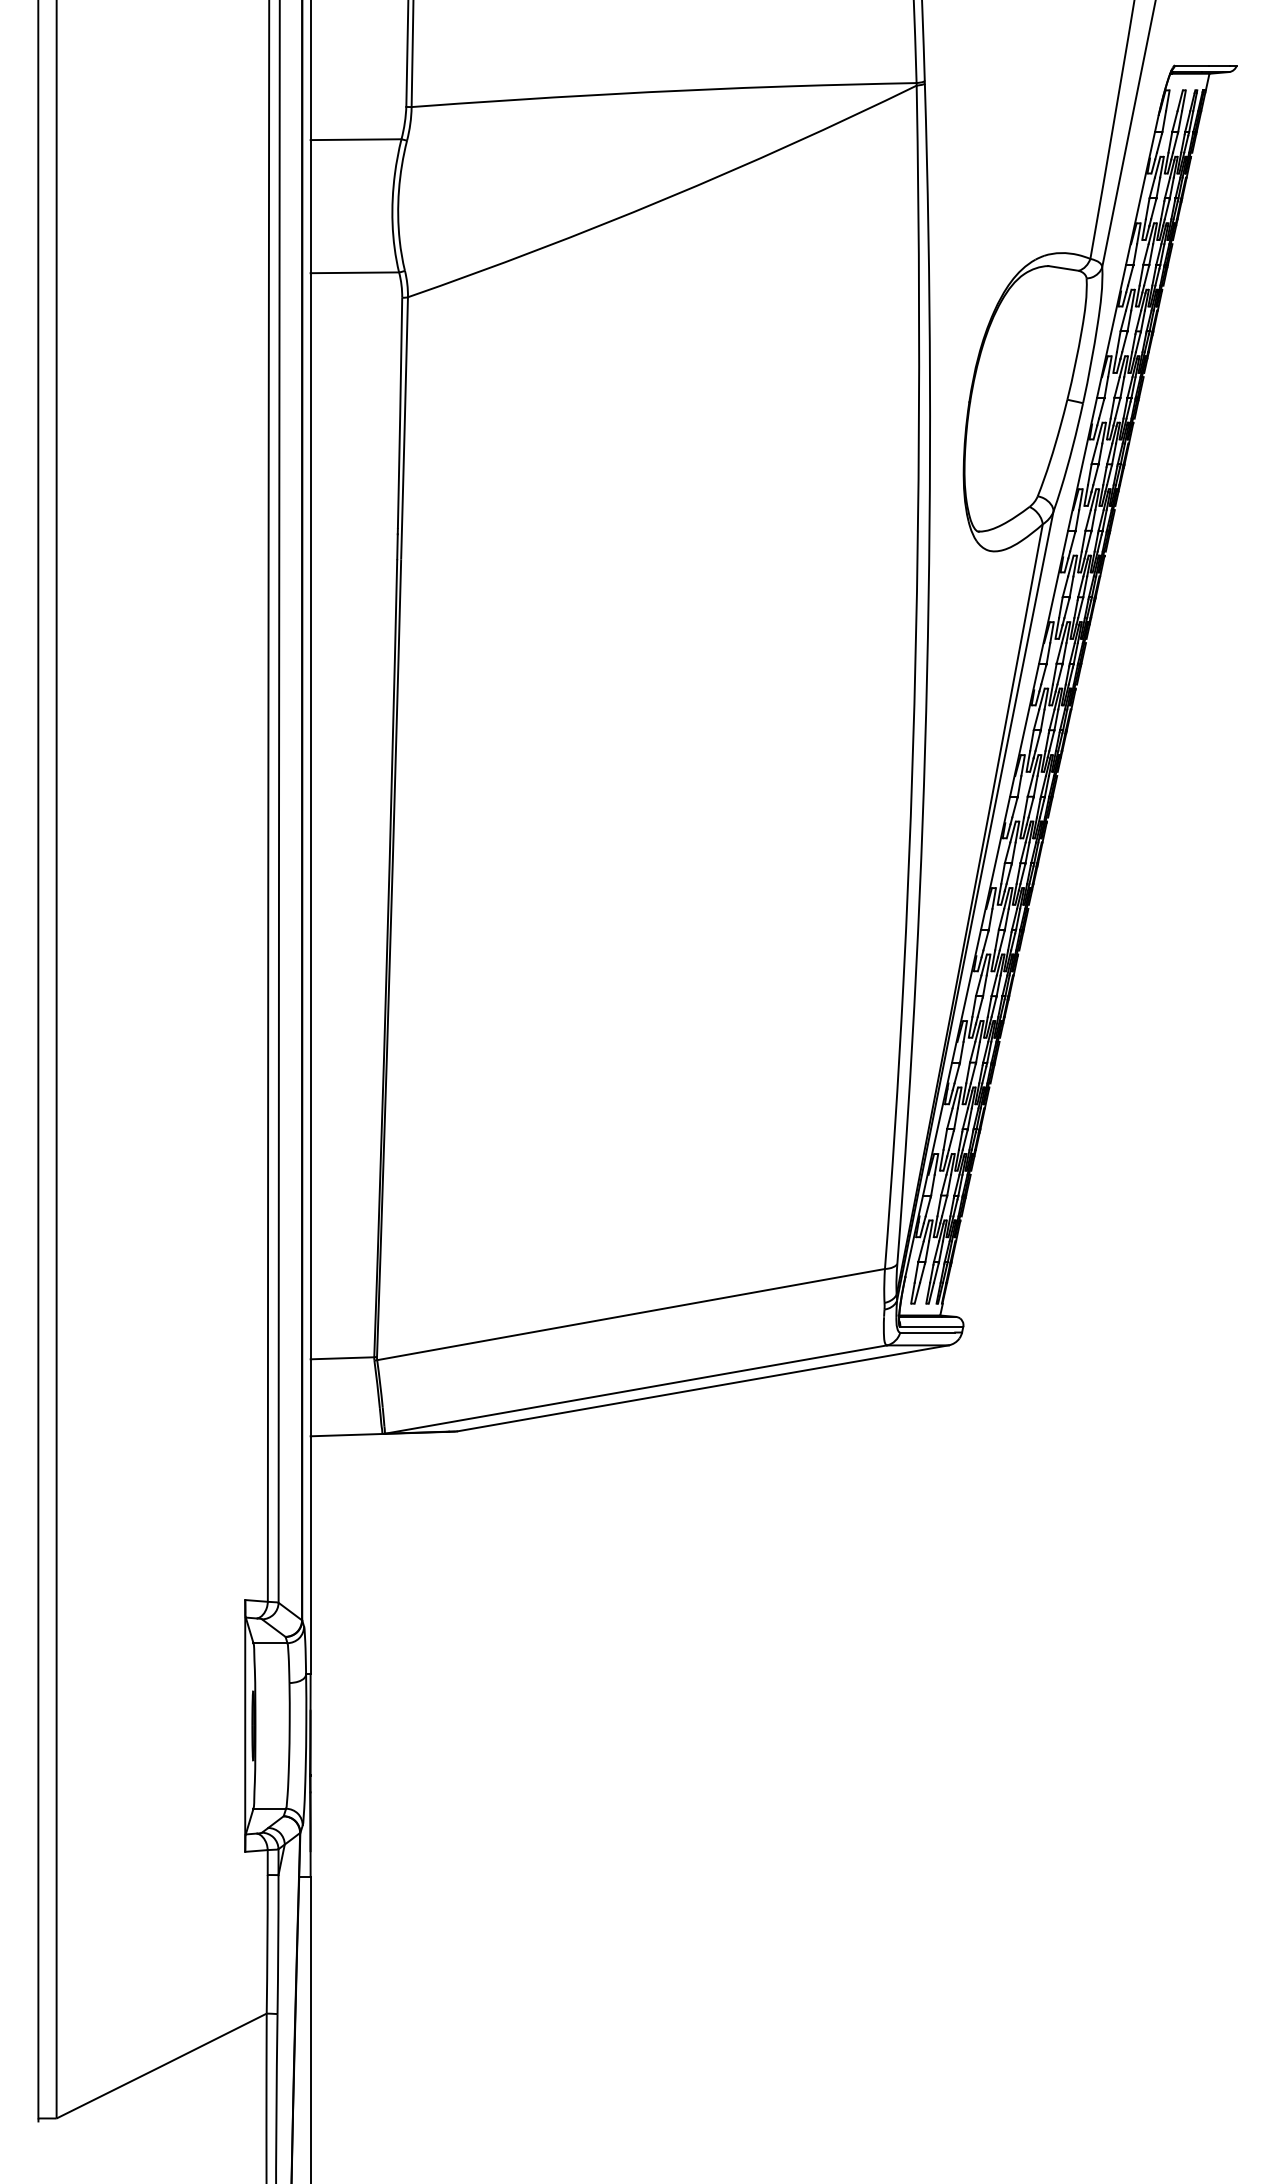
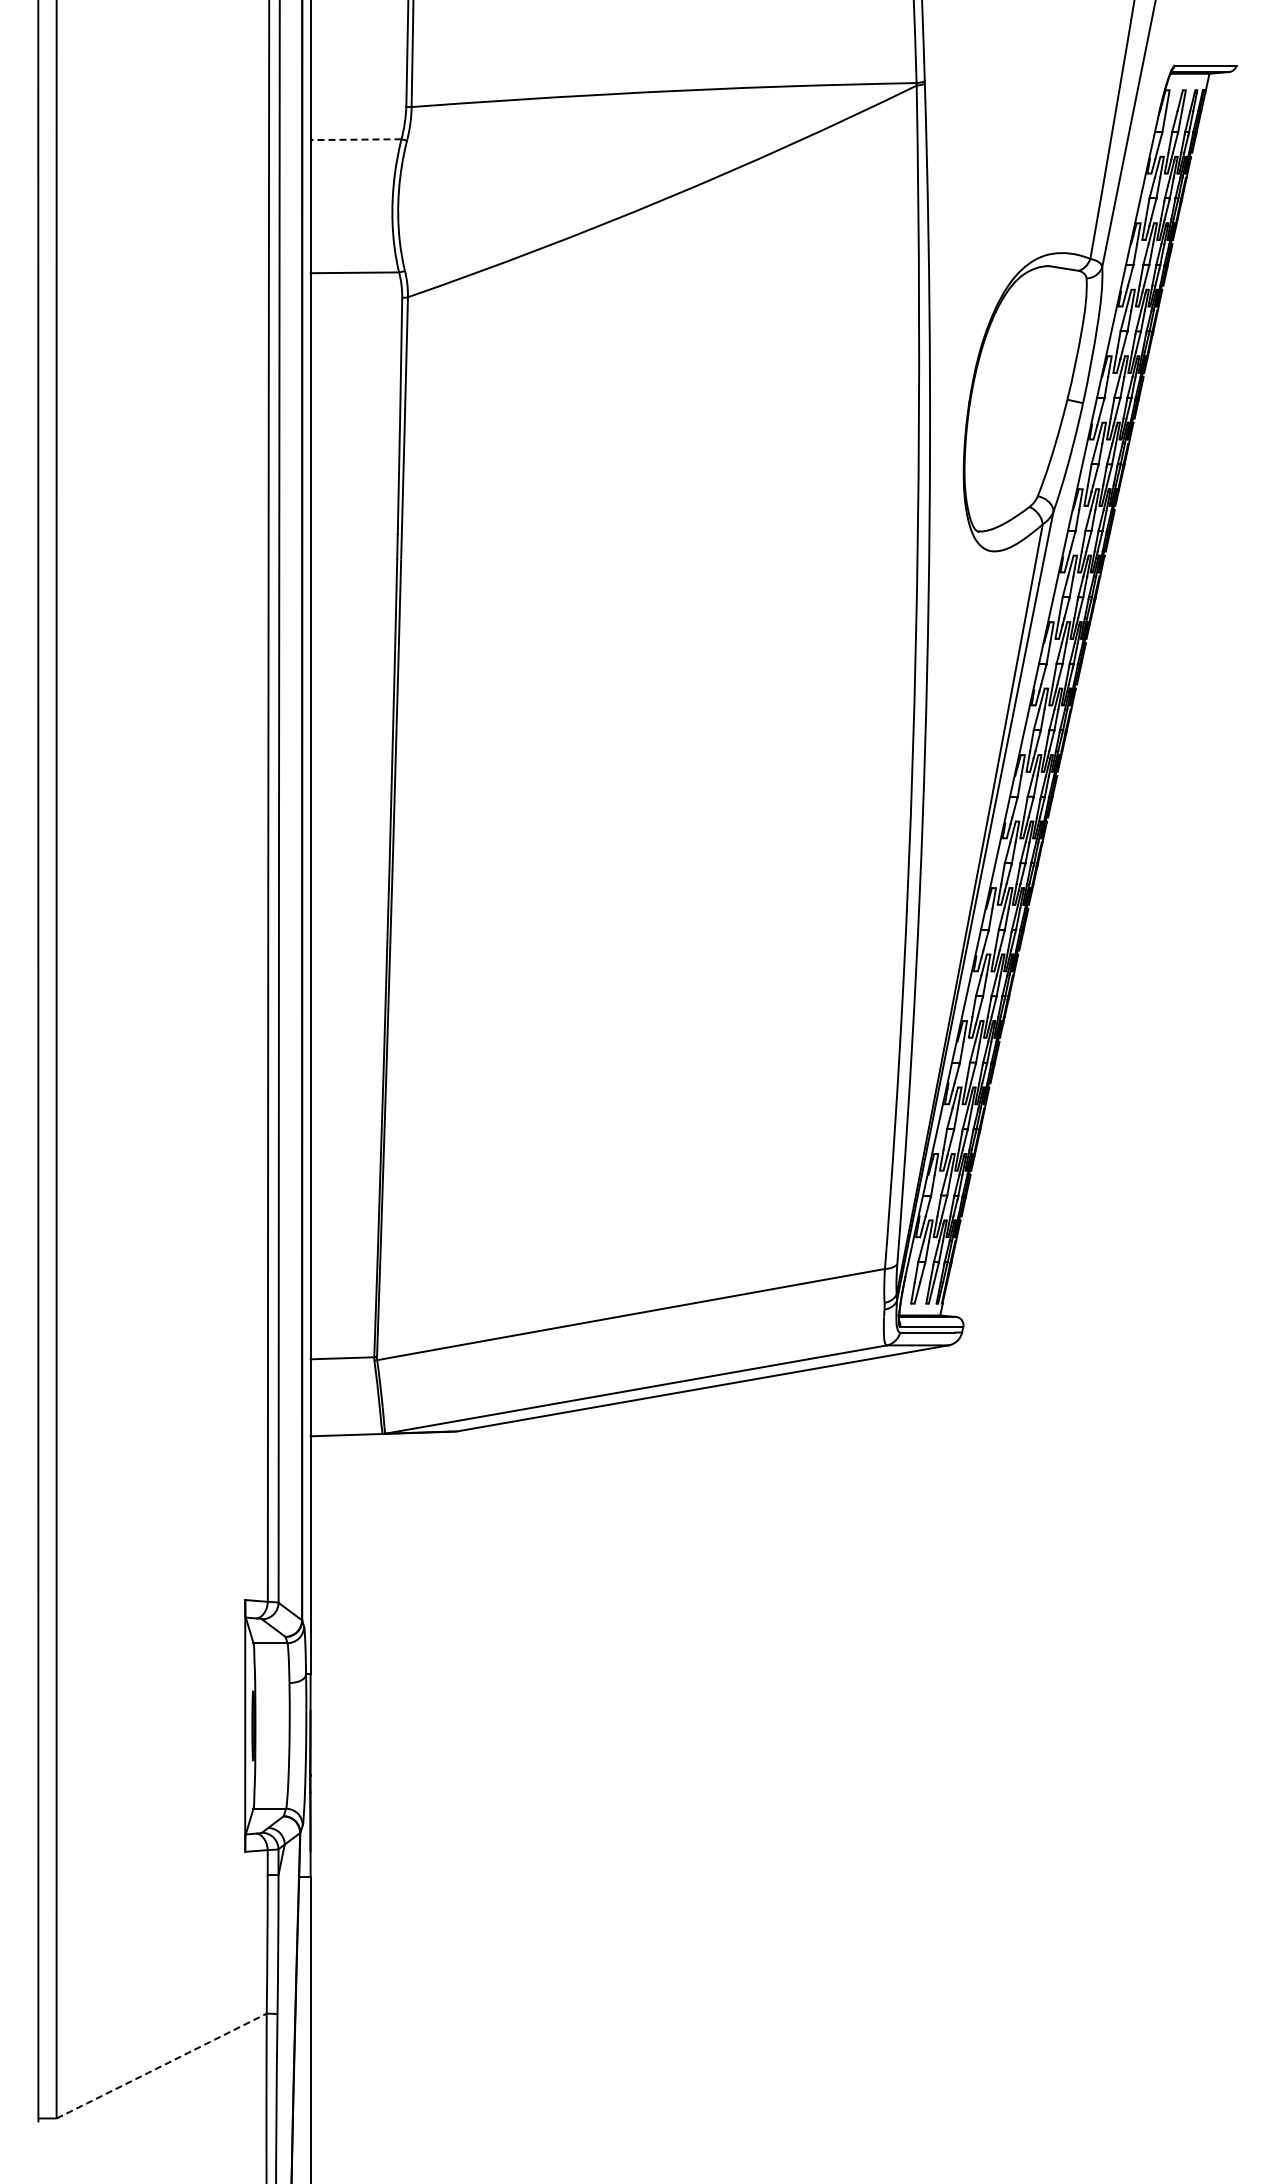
line at (355, 139): solid -> dashed
arc at (161, 2066): solid -> dashed
